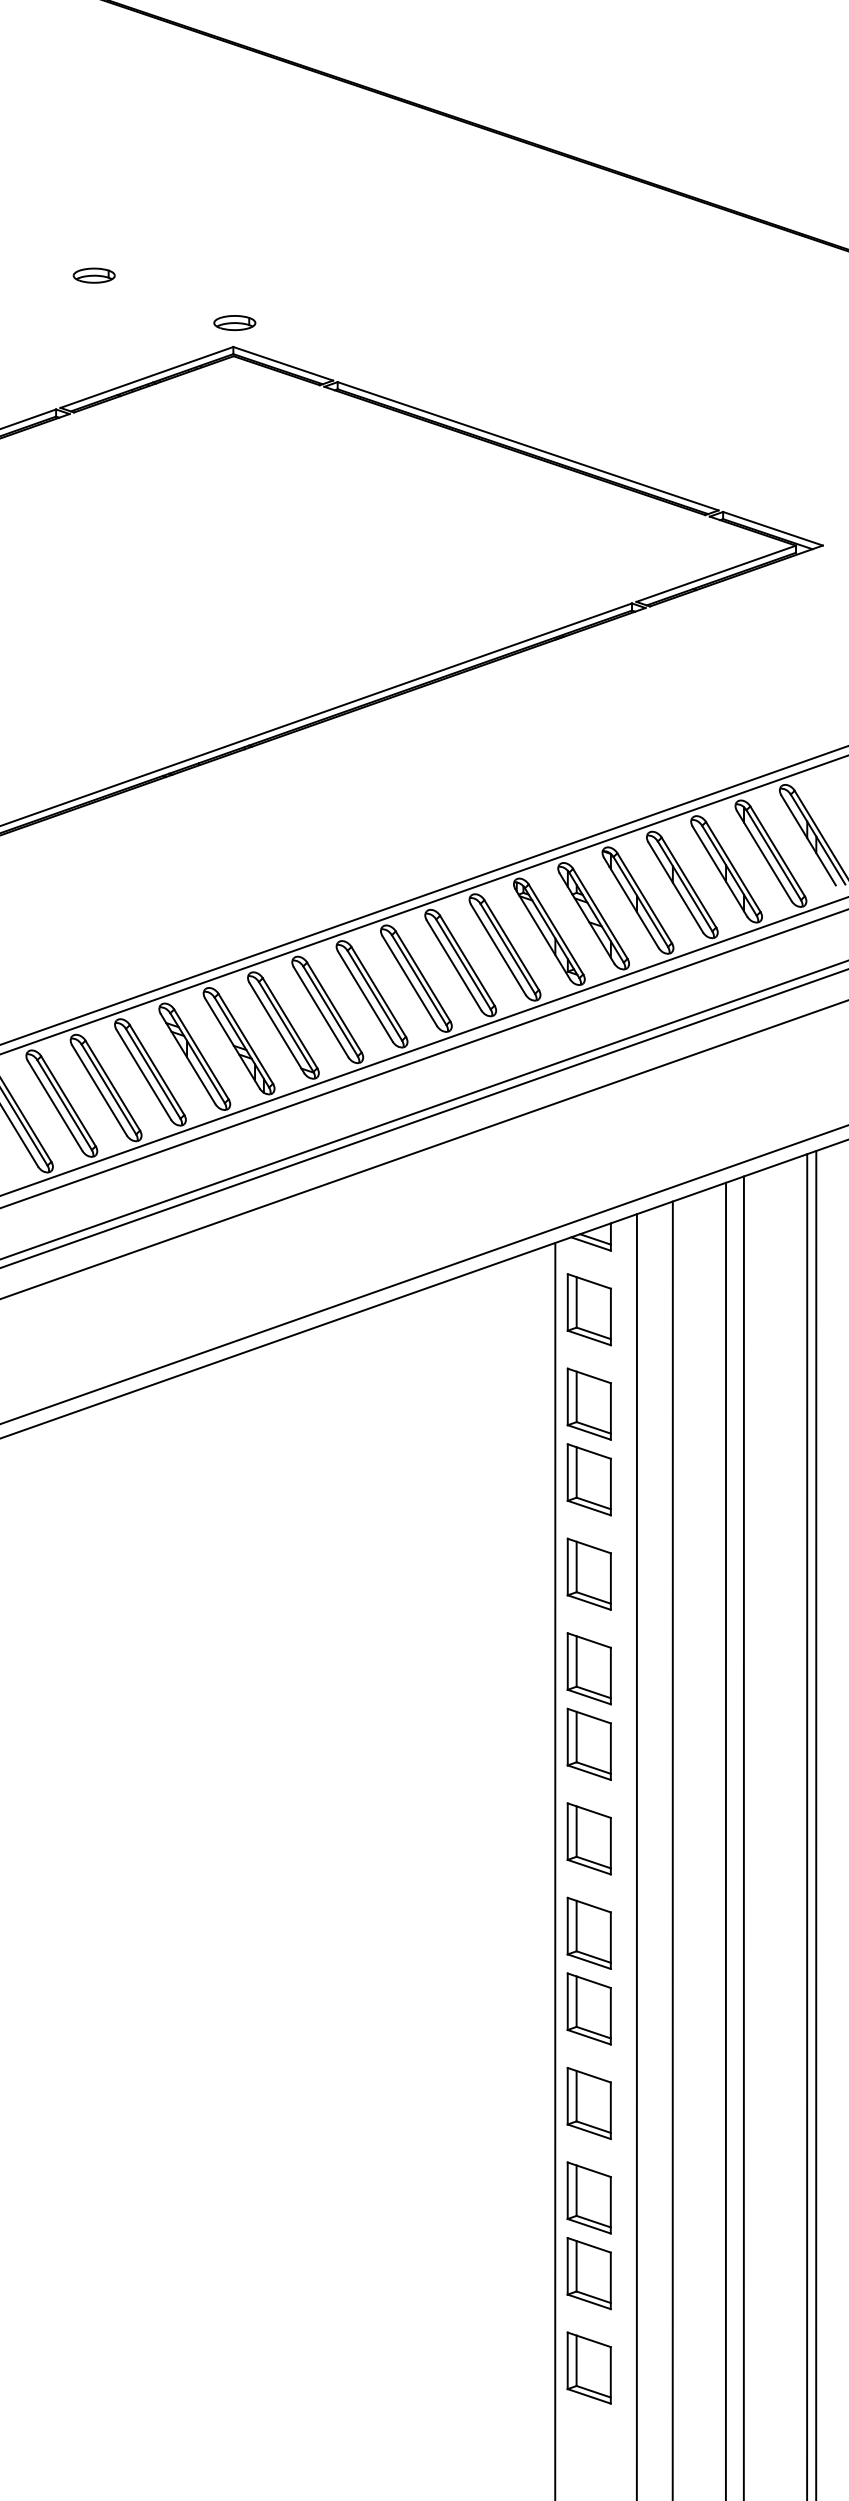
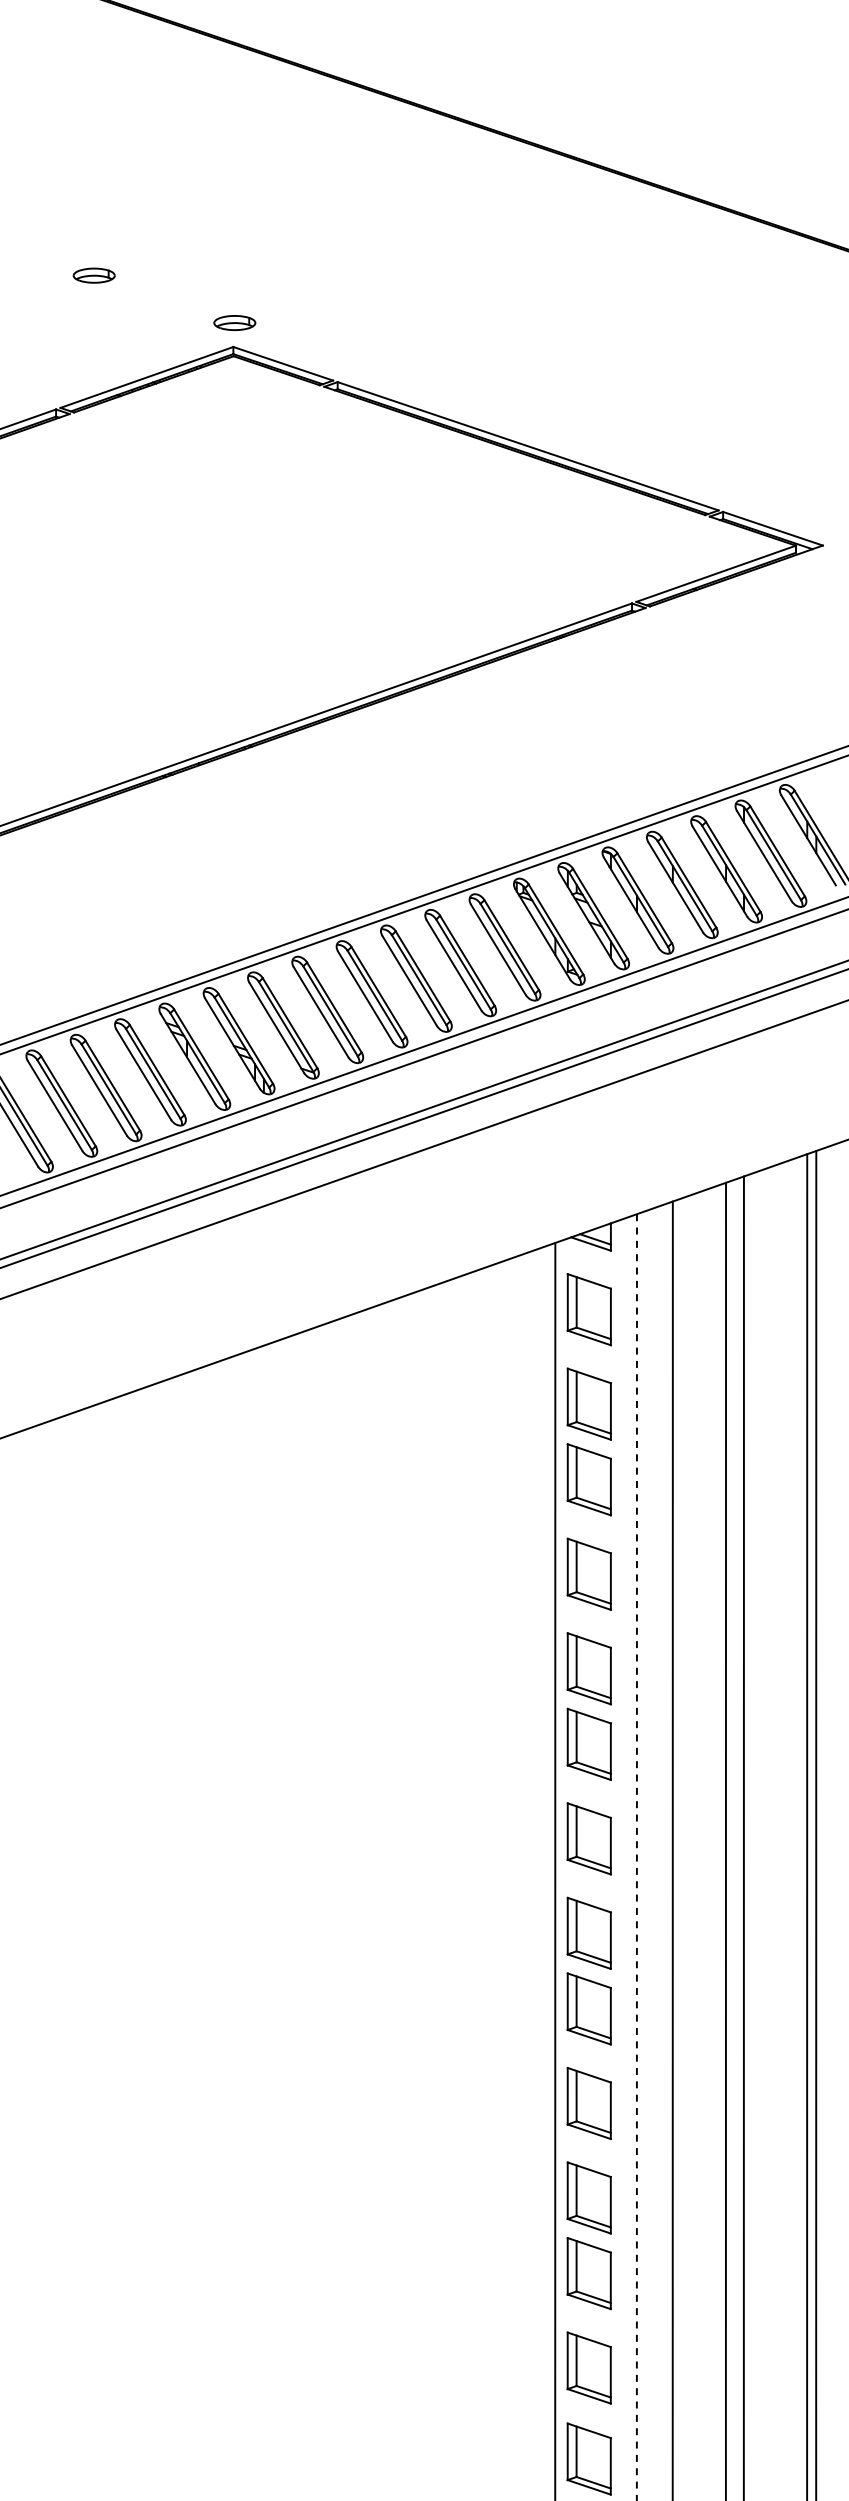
line at (423, 1274): present -> none
line at (636, 1858): solid -> dashed
part at (588, 2458): none -> present
